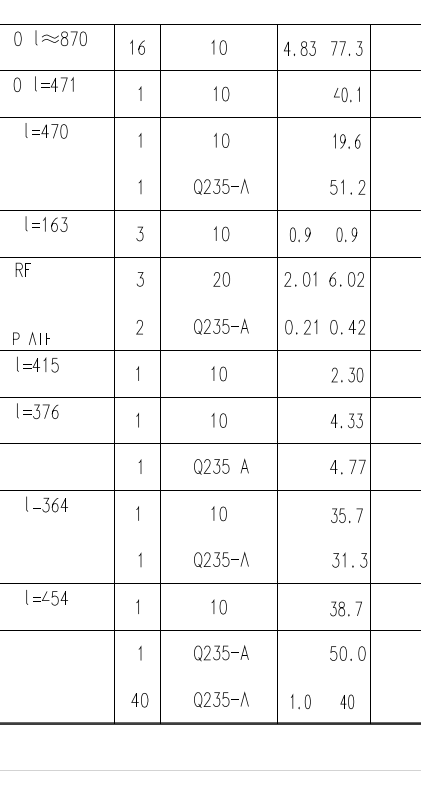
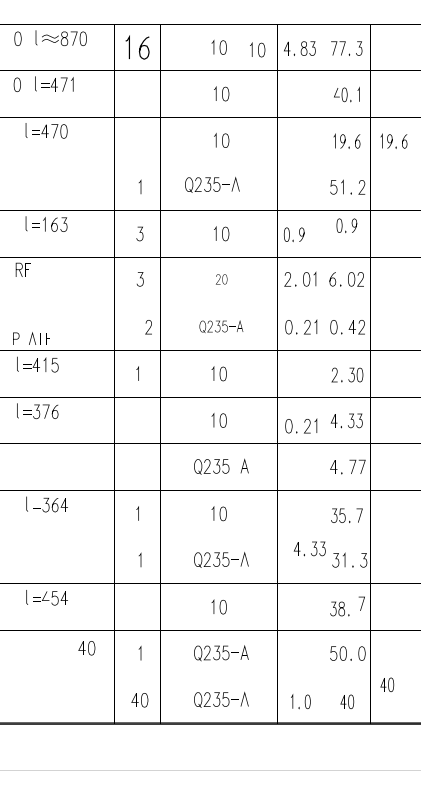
part at (137, 46) size: 15x16 px -> 25x25 px
part at (257, 49): none -> present
line at (140, 93): present -> none
line at (140, 140): present -> none
part at (393, 140): none -> present
part at (221, 186) position: (221, 186) -> (212, 184)
part at (300, 234) position: (300, 234) -> (294, 234)
part at (346, 234) position: (346, 234) -> (346, 225)
part at (221, 279) size: 17x15 px -> 12x11 px
part at (221, 326) size: 55x17 px -> 45x13 px
curve at (140, 327) position: (140, 327) -> (149, 327)
line at (138, 420): present -> none
part at (301, 425): none -> present
line at (140, 466): present -> none
part at (309, 548): none -> present
line at (138, 606): present -> none
line at (359, 608) position: (359, 608) -> (362, 603)
part at (86, 648): none -> present
part at (387, 684): none -> present
